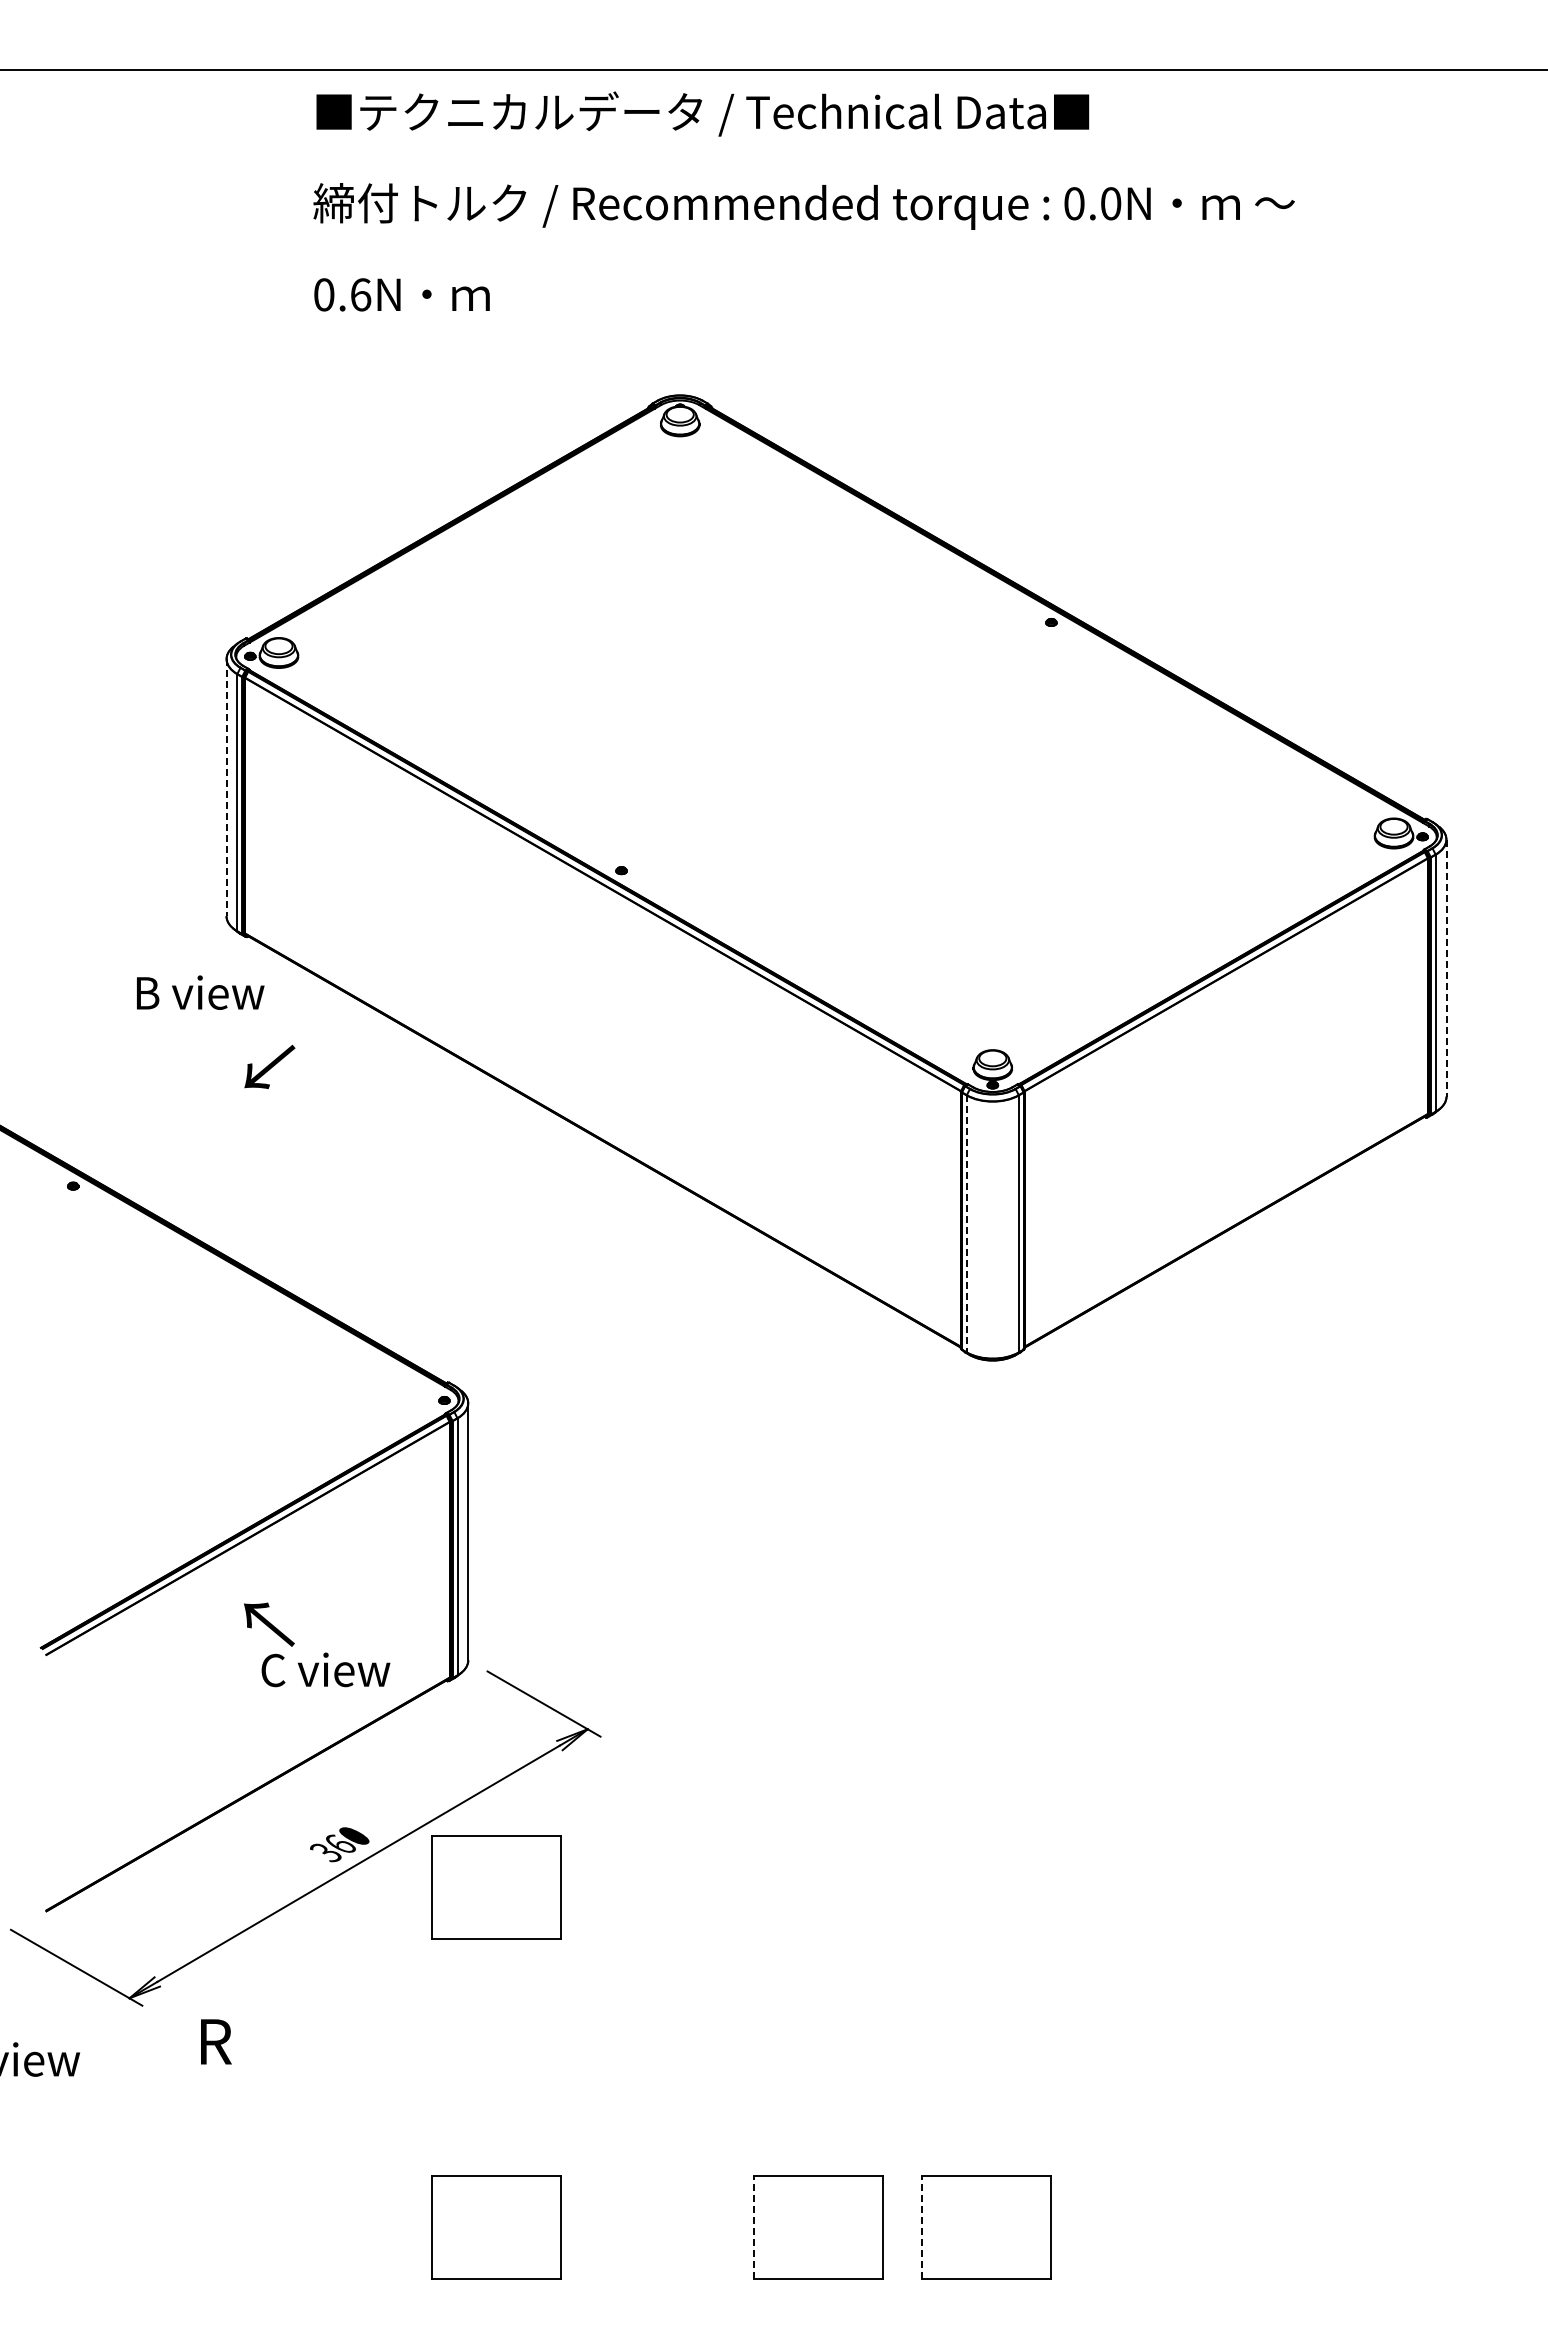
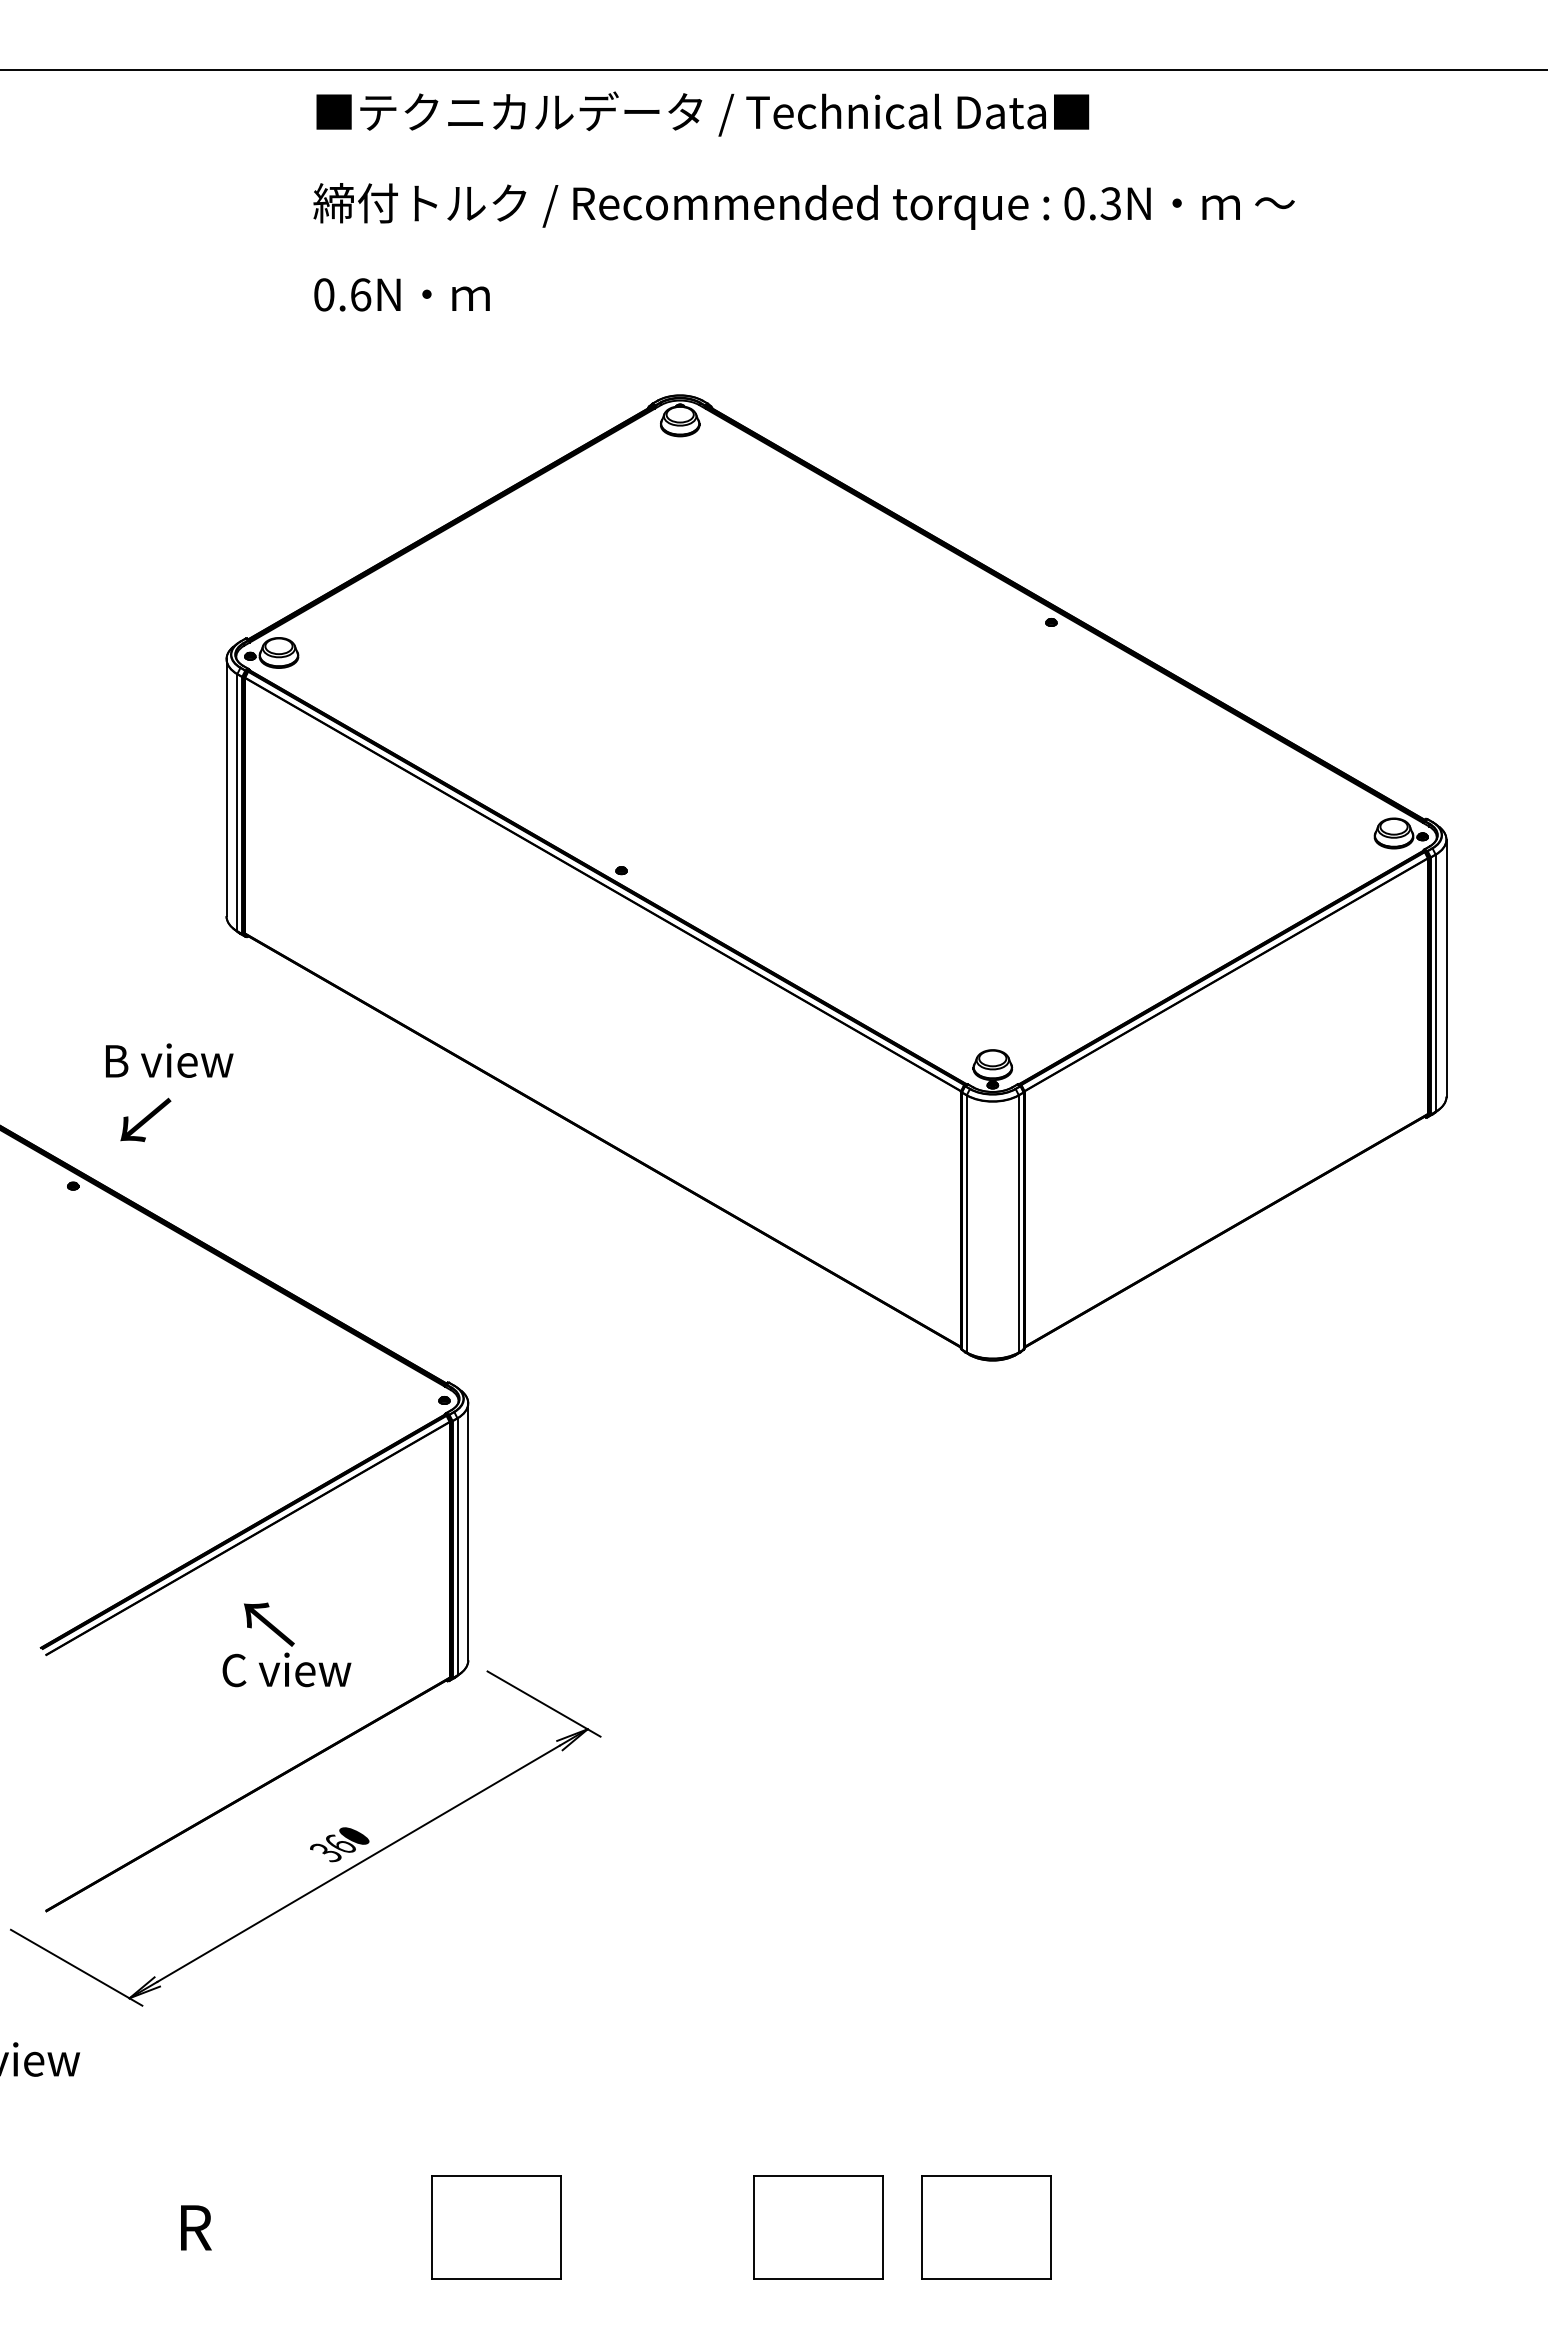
text at (1110, 203): 0.0N -> 0.3N
line at (226, 788): dashed -> solid
line at (1446, 968): dashed -> solid
text at (200, 992) position: (200, 992) -> (169, 1060)
text at (269, 1066) position: (269, 1066) -> (145, 1119)
line at (966, 1224): dashed -> solid
text at (325, 1669) position: (325, 1669) -> (286, 1669)
part at (496, 1887): present -> none
text at (216, 2041) position: (216, 2041) -> (196, 2227)
line at (754, 2227): dashed -> solid
line at (921, 2227): dashed -> solid
